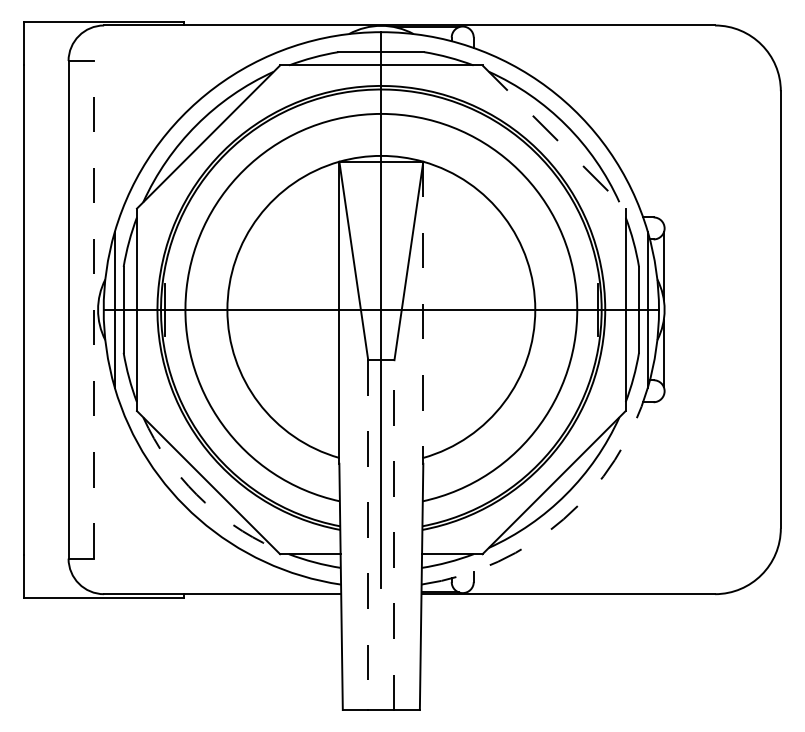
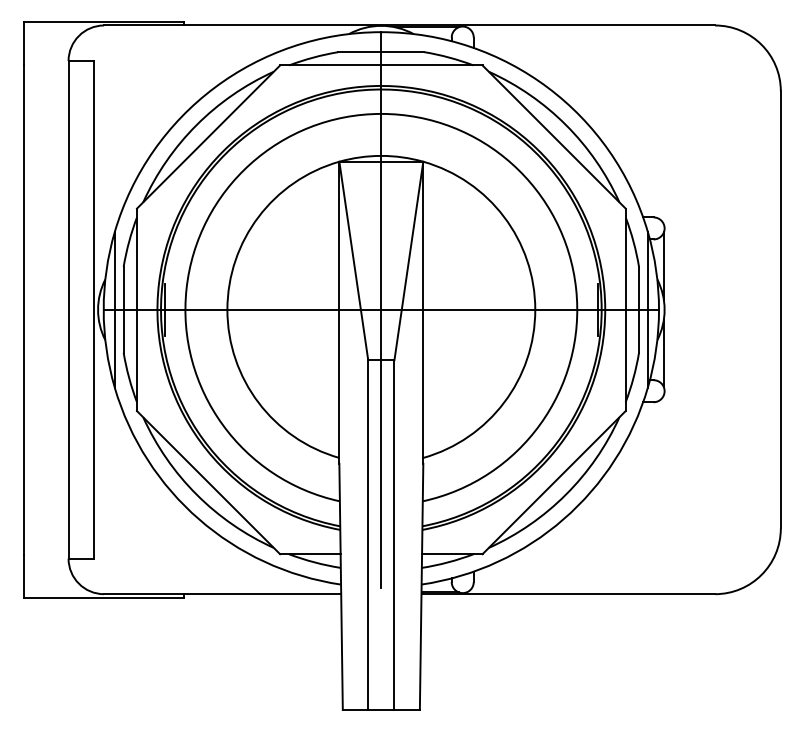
line at (554, 137): dashed -> solid
line at (94, 309): dashed -> solid
line at (423, 310): dashed -> solid
arc at (196, 494): dashed -> solid
arc at (563, 519): dashed -> solid
line at (368, 535): dashed -> solid
line at (394, 535): dashed -> solid
